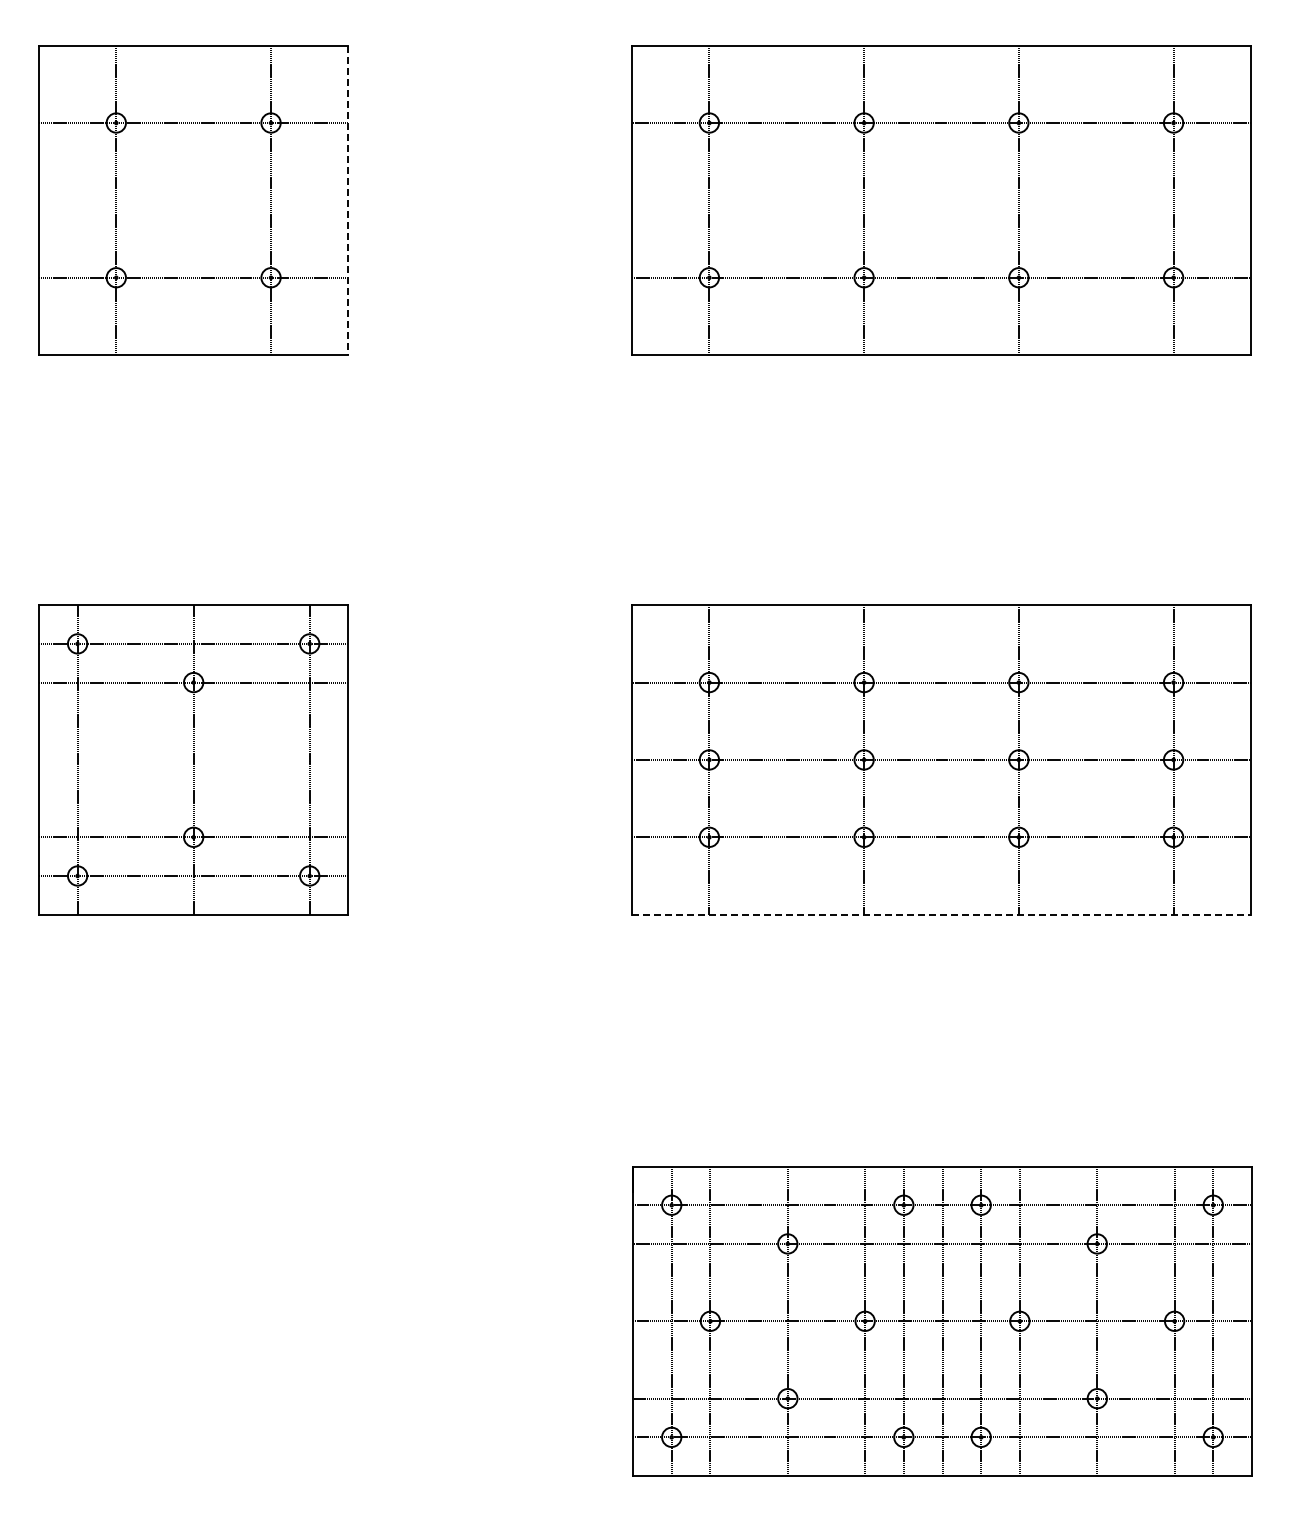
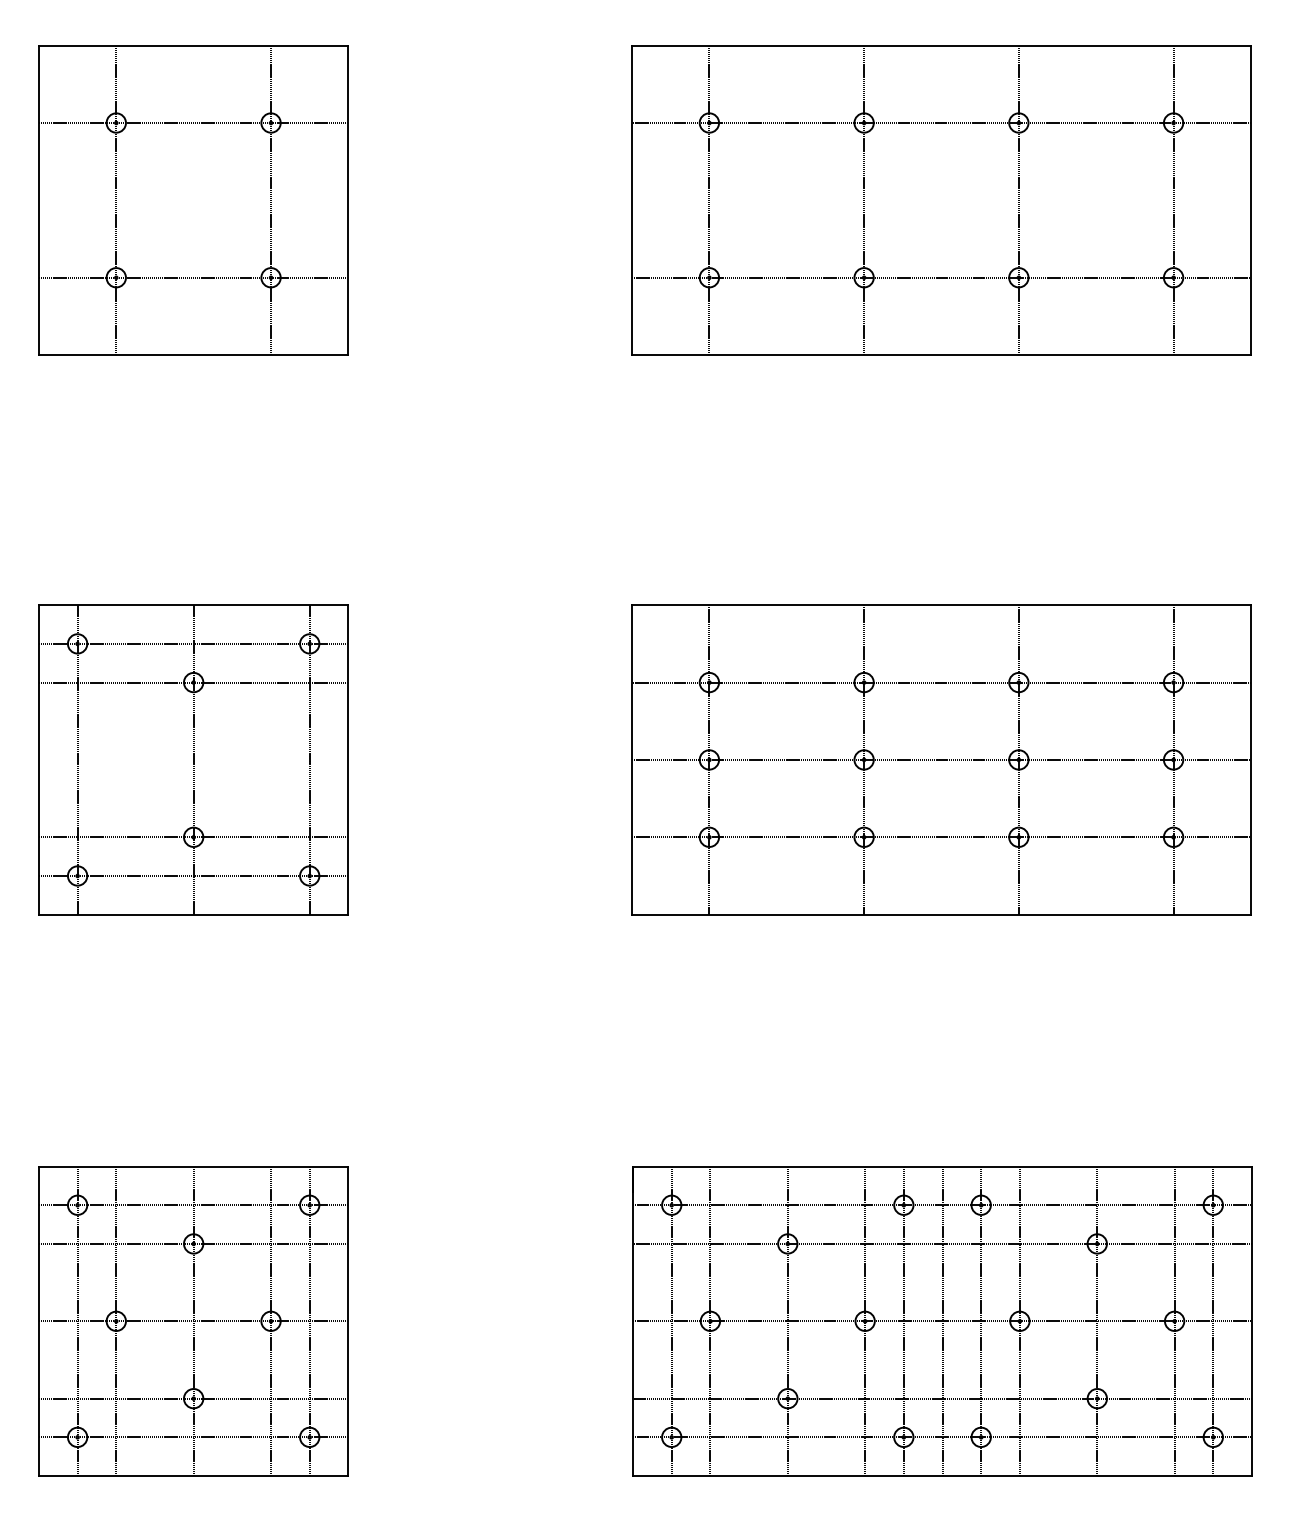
line at (348, 200): dashed -> solid
line at (941, 914): dashed -> solid
part at (193, 1321): none -> present
